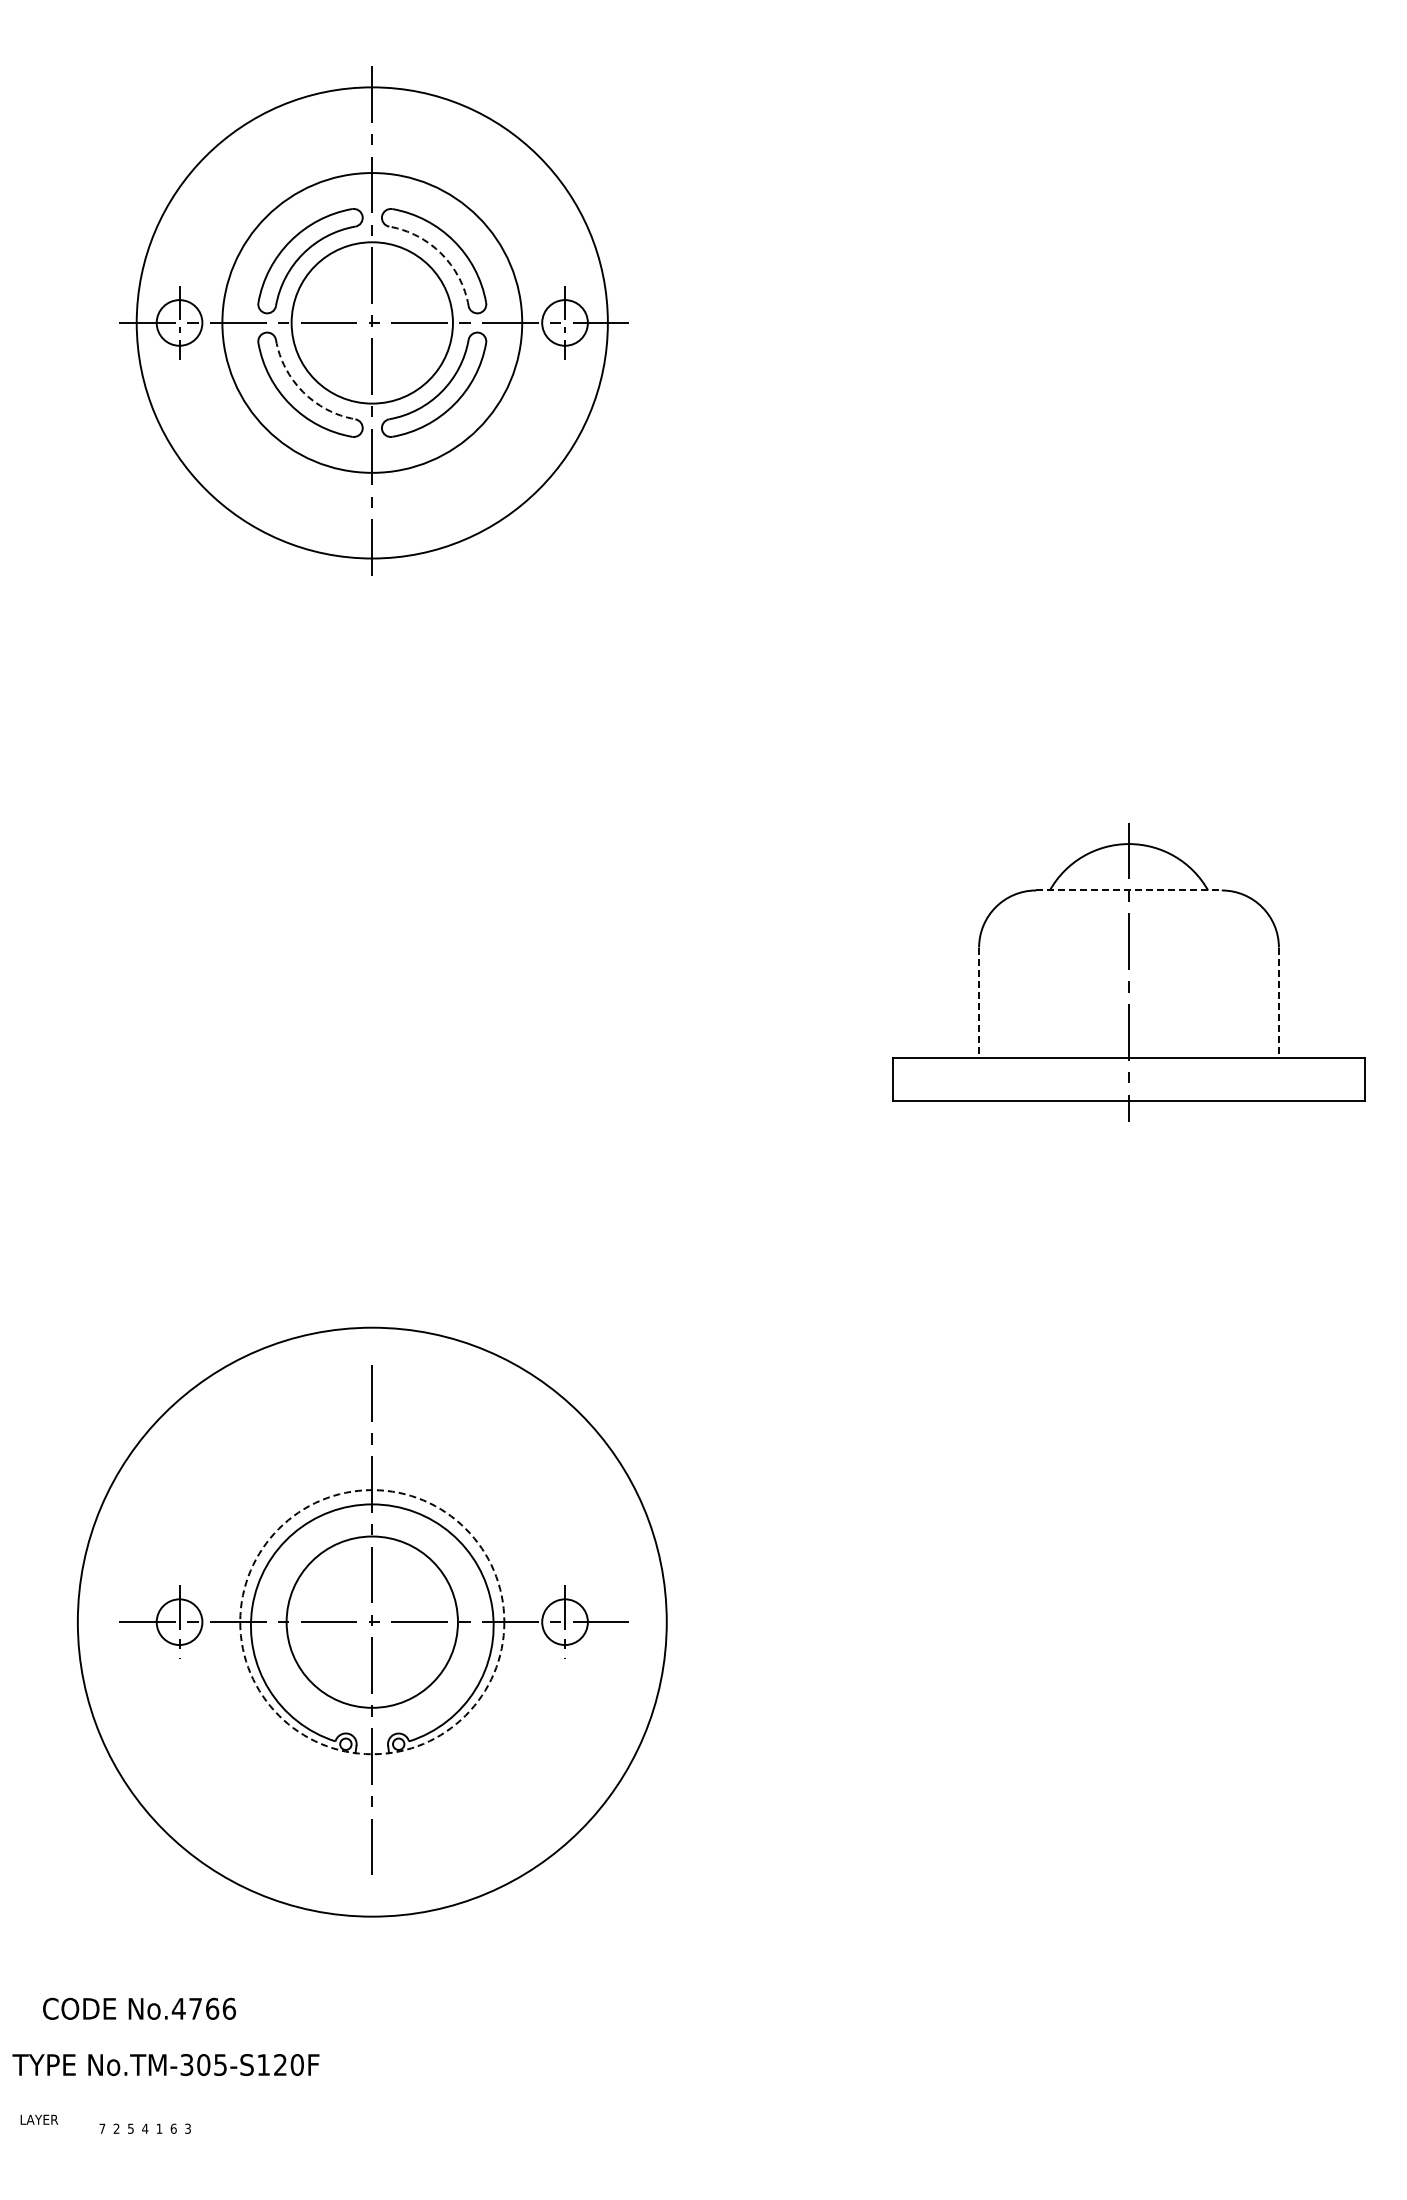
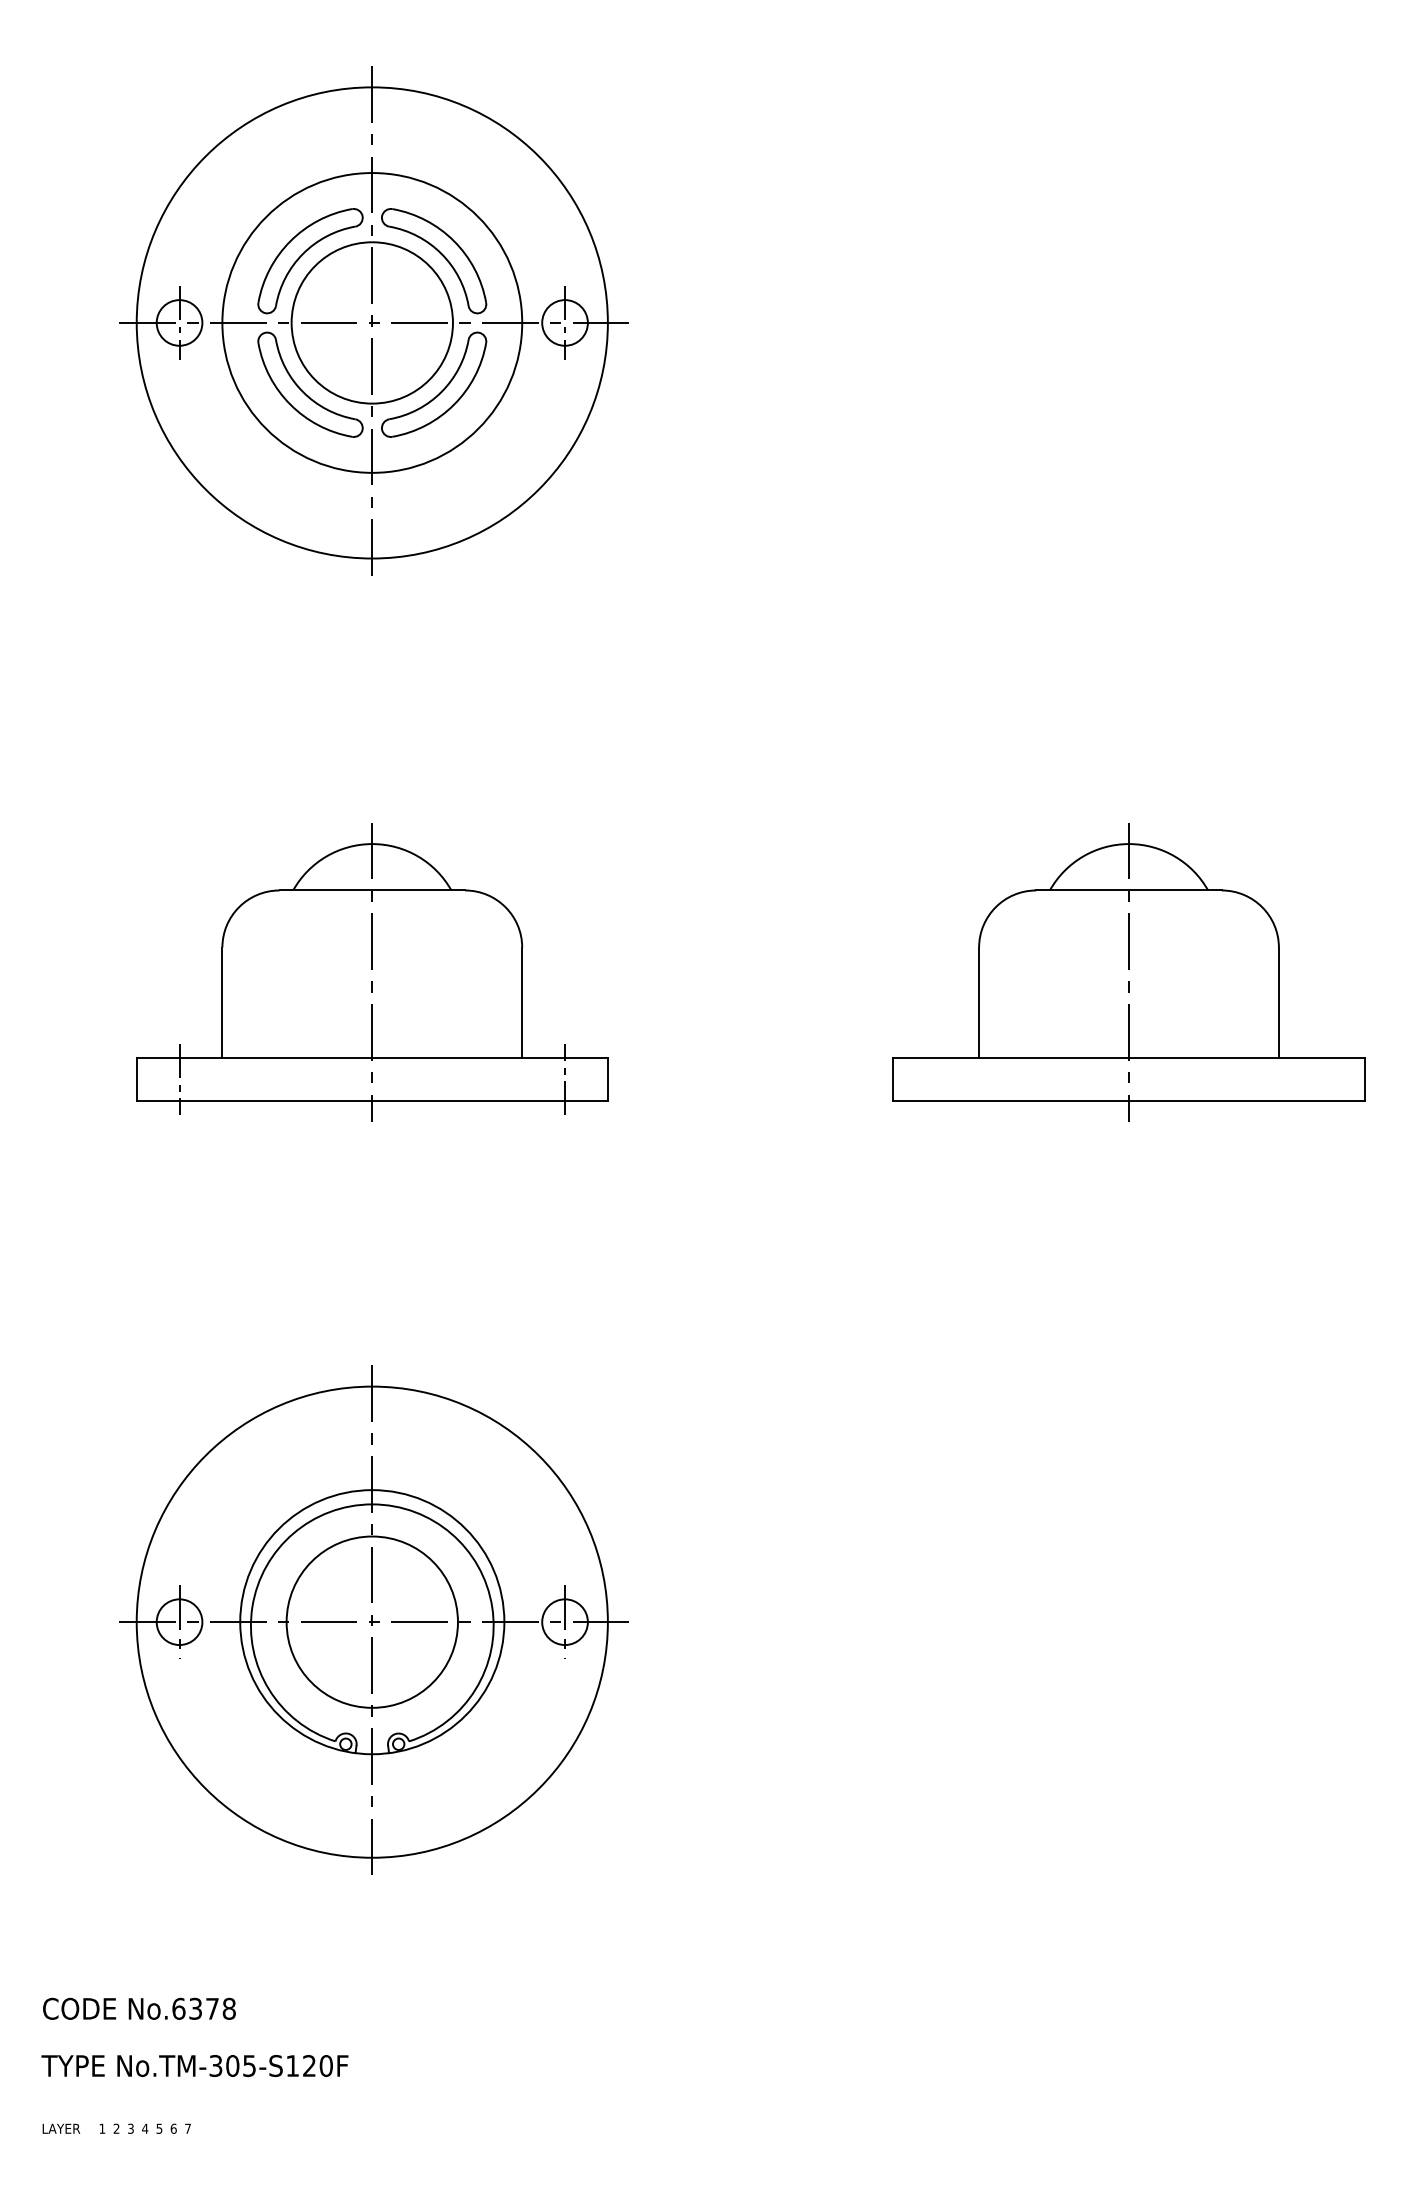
arc at (441, 253): dashed -> solid
arc at (303, 392): dashed -> solid
line at (1129, 890): dashed -> solid
part at (372, 972): none -> present
line at (979, 1003): dashed -> solid
line at (1278, 1003): dashed -> solid
circle at (371, 1621) diameter: 589 px -> 471 px
circle at (372, 1622): dashed -> solid
text at (203, 2008): No.4766 -> No.6378
text at (165, 2064) position: (165, 2064) -> (194, 2065)
text at (39, 2119) position: (39, 2119) -> (61, 2128)
text at (102, 2128): 7 -> 1
text at (130, 2128): 5 -> 3
text at (159, 2128): 1 -> 5
text at (187, 2128): 3 -> 7
